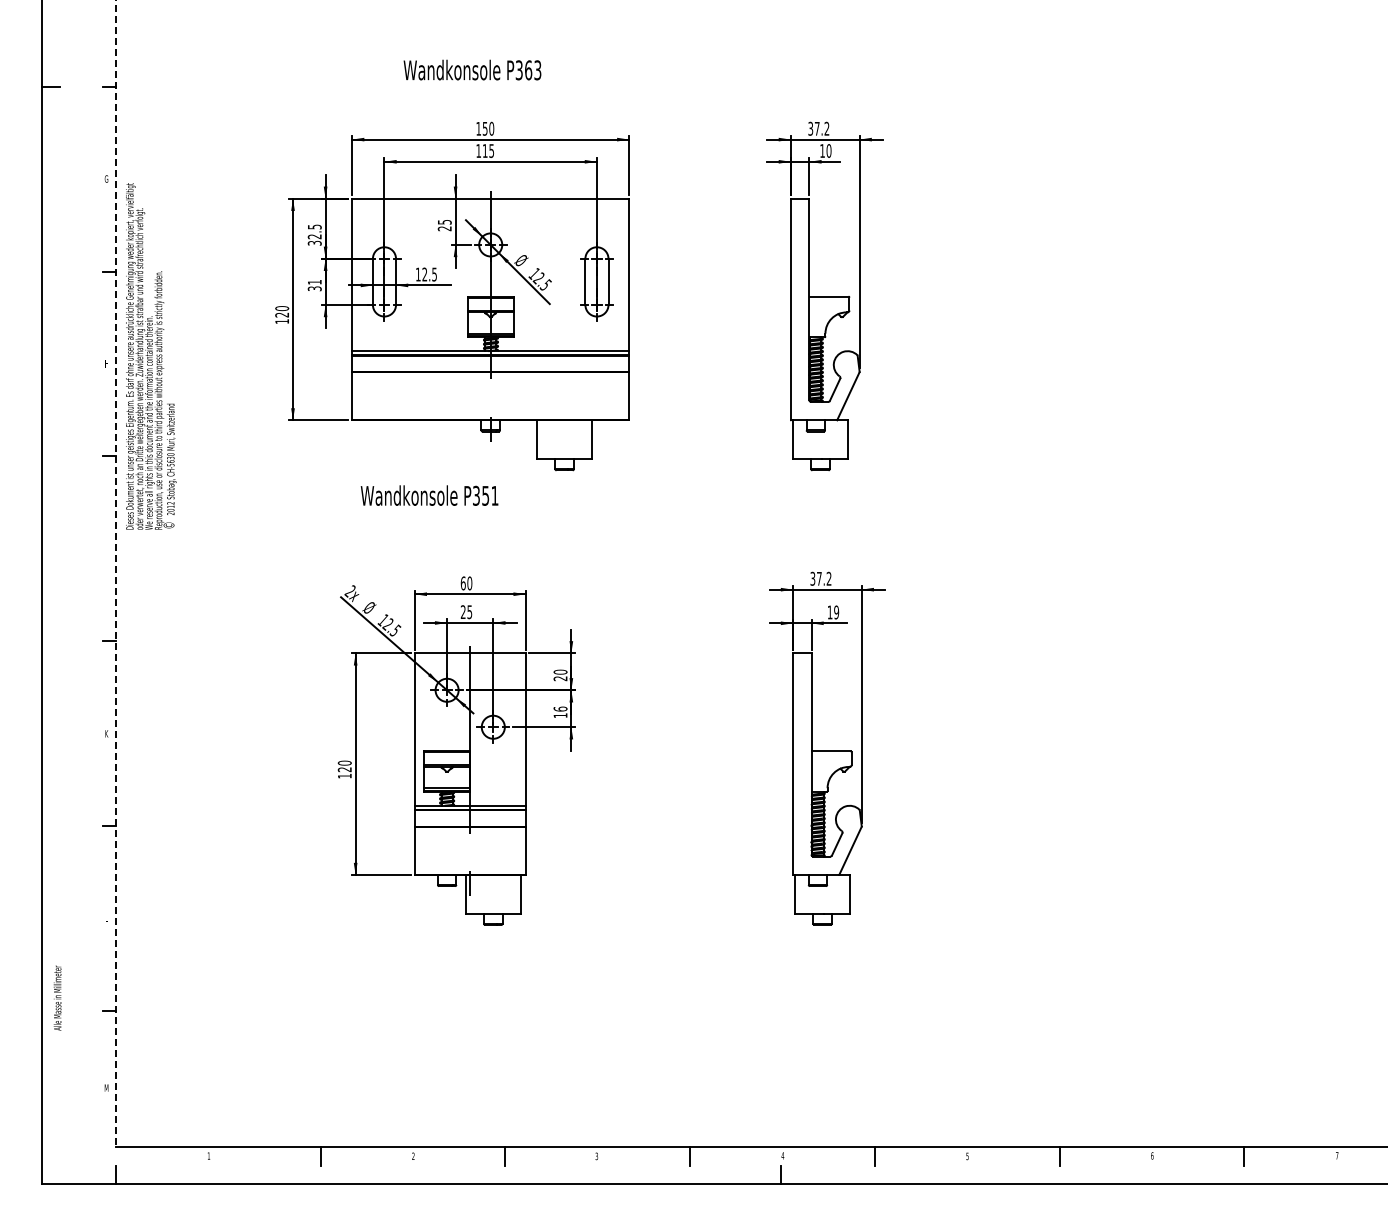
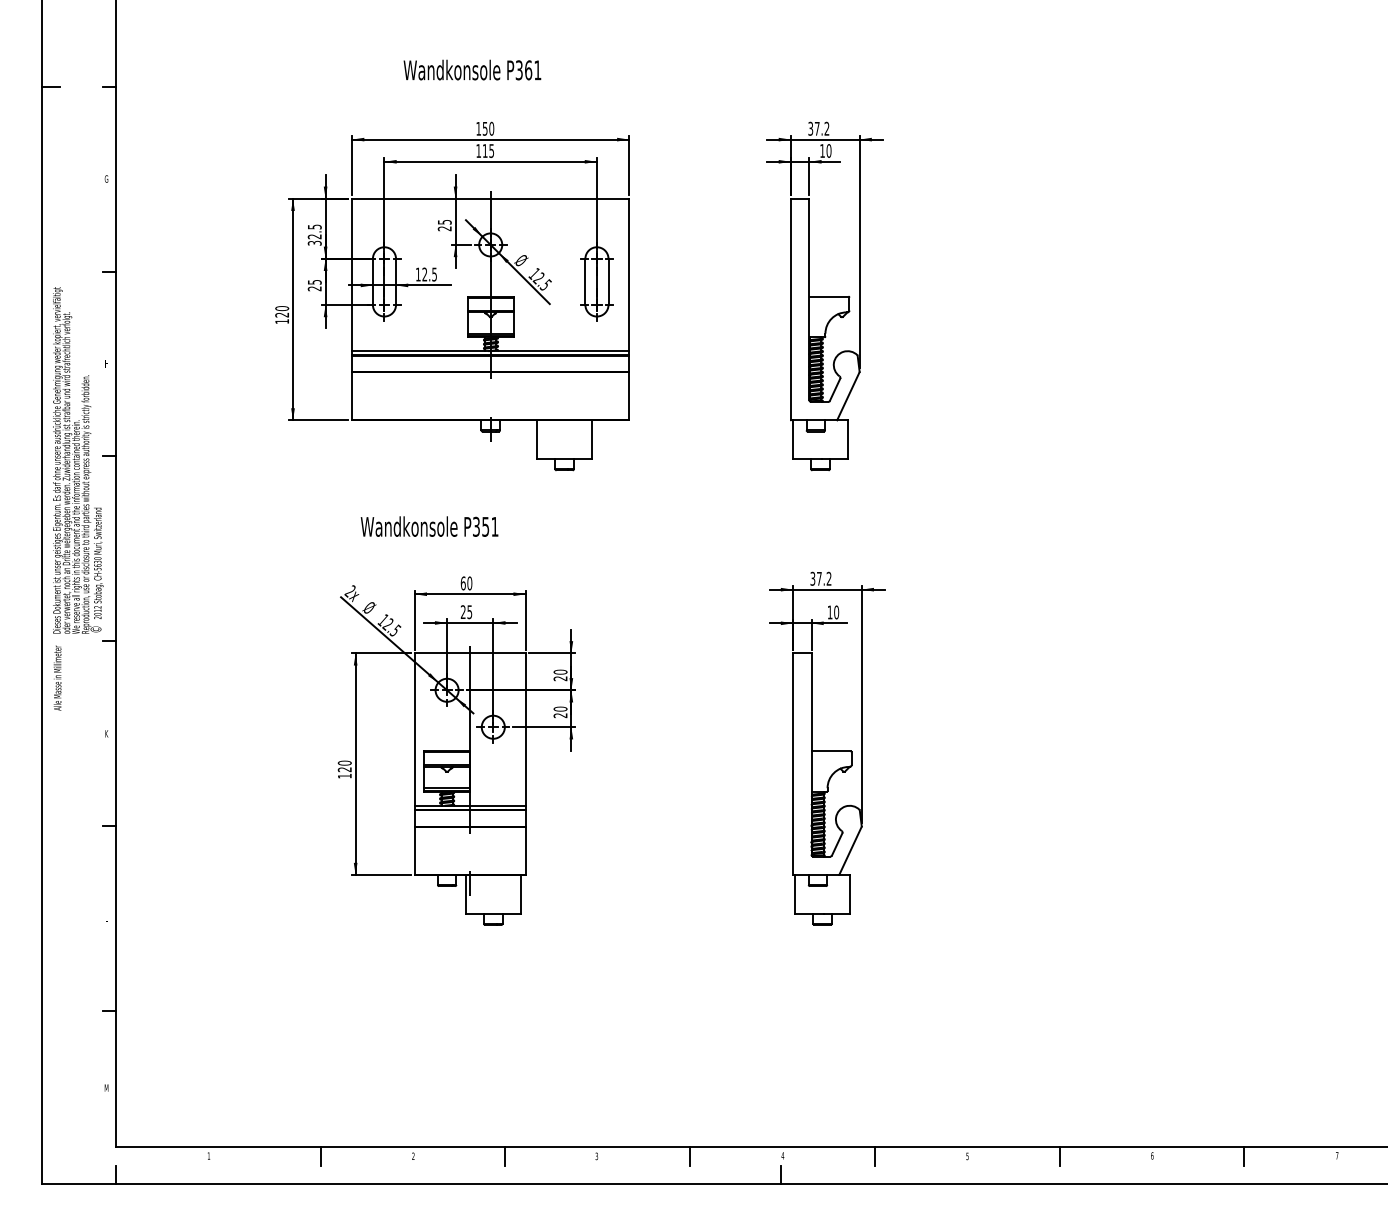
text at (537, 70): P363 -> P361
text at (314, 285): 31 -> 25
text at (151, 356) position: (151, 356) -> (78, 460)
text at (429, 495) position: (429, 495) -> (429, 526)
line at (115, 574): dashed -> solid
text at (836, 612): 19 -> 10
text at (560, 712): 16 -> 20
text at (57, 997) position: (57, 997) -> (57, 677)
